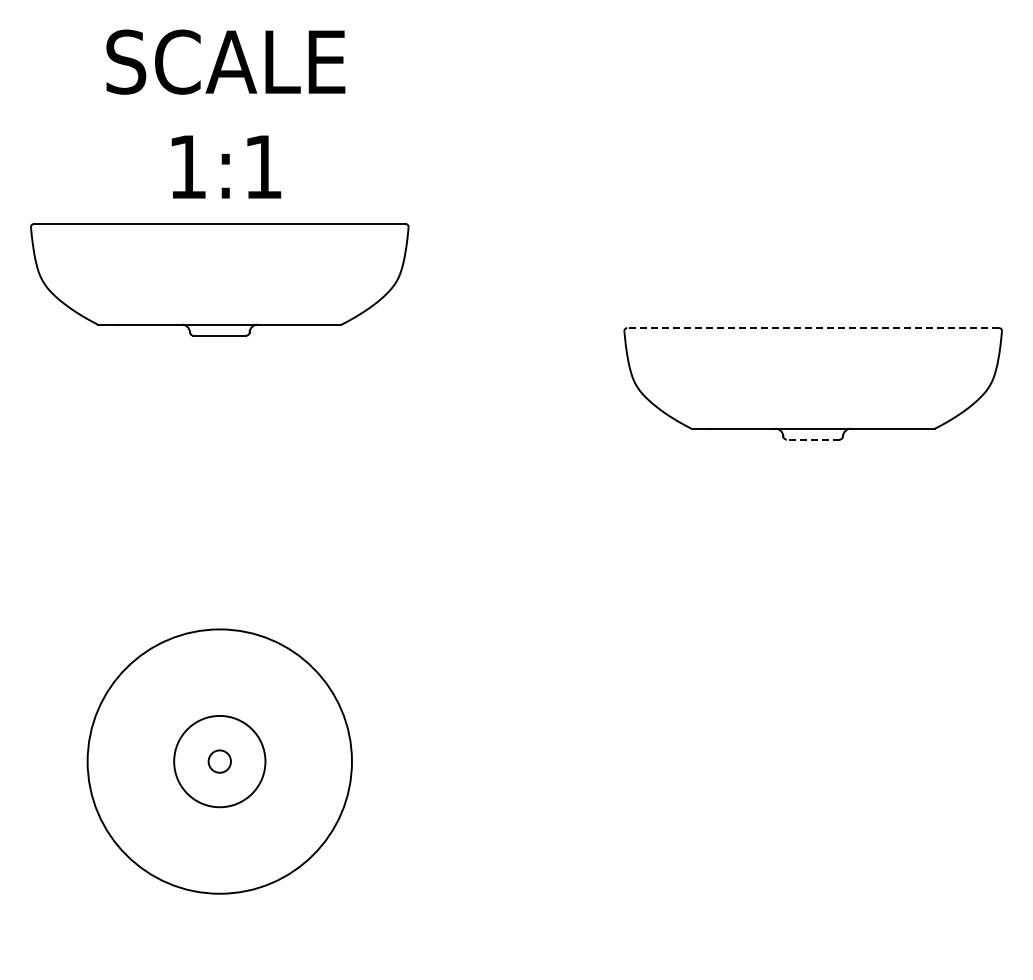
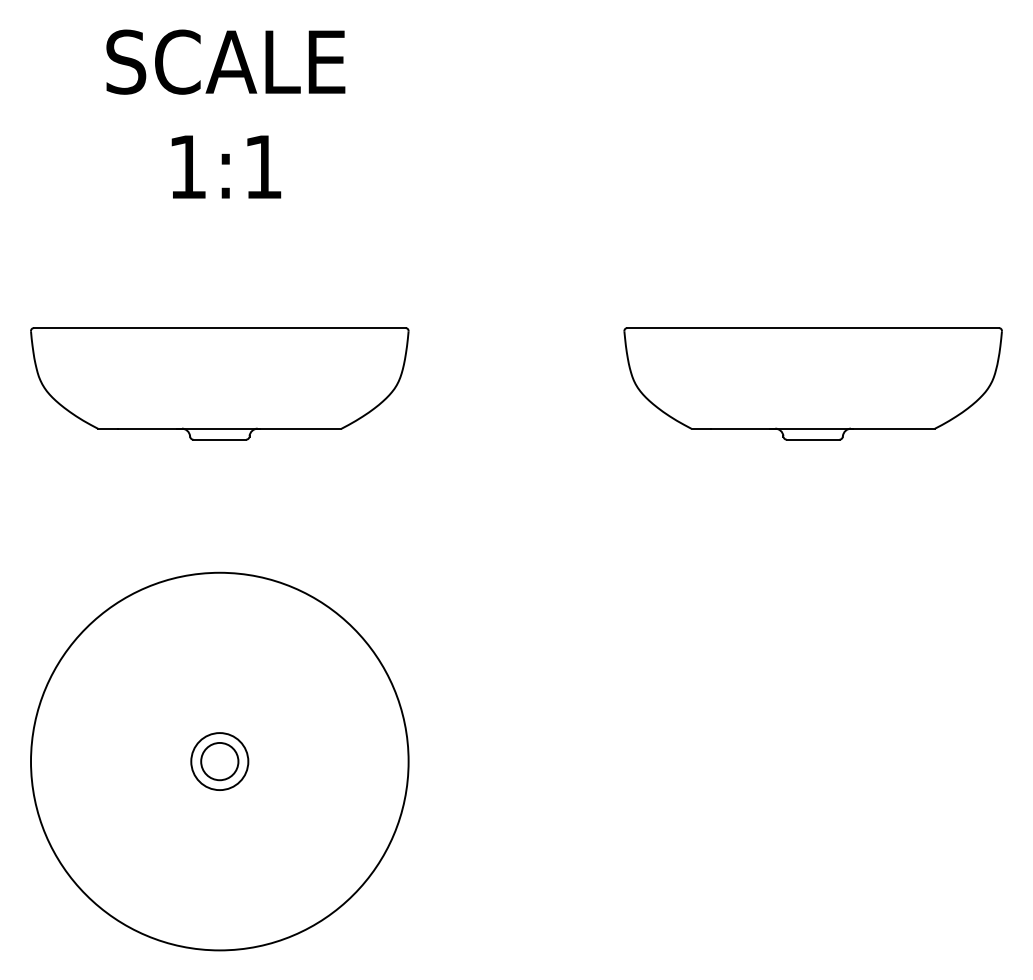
part at (219, 279) position: (219, 279) -> (219, 383)
line at (813, 328): dashed -> solid
line at (812, 439): dashed -> solid
circle at (219, 761) diameter: 22 px -> 37 px
circle at (219, 761) diameter: 264 px -> 378 px
circle at (219, 761) diameter: 91 px -> 57 px
